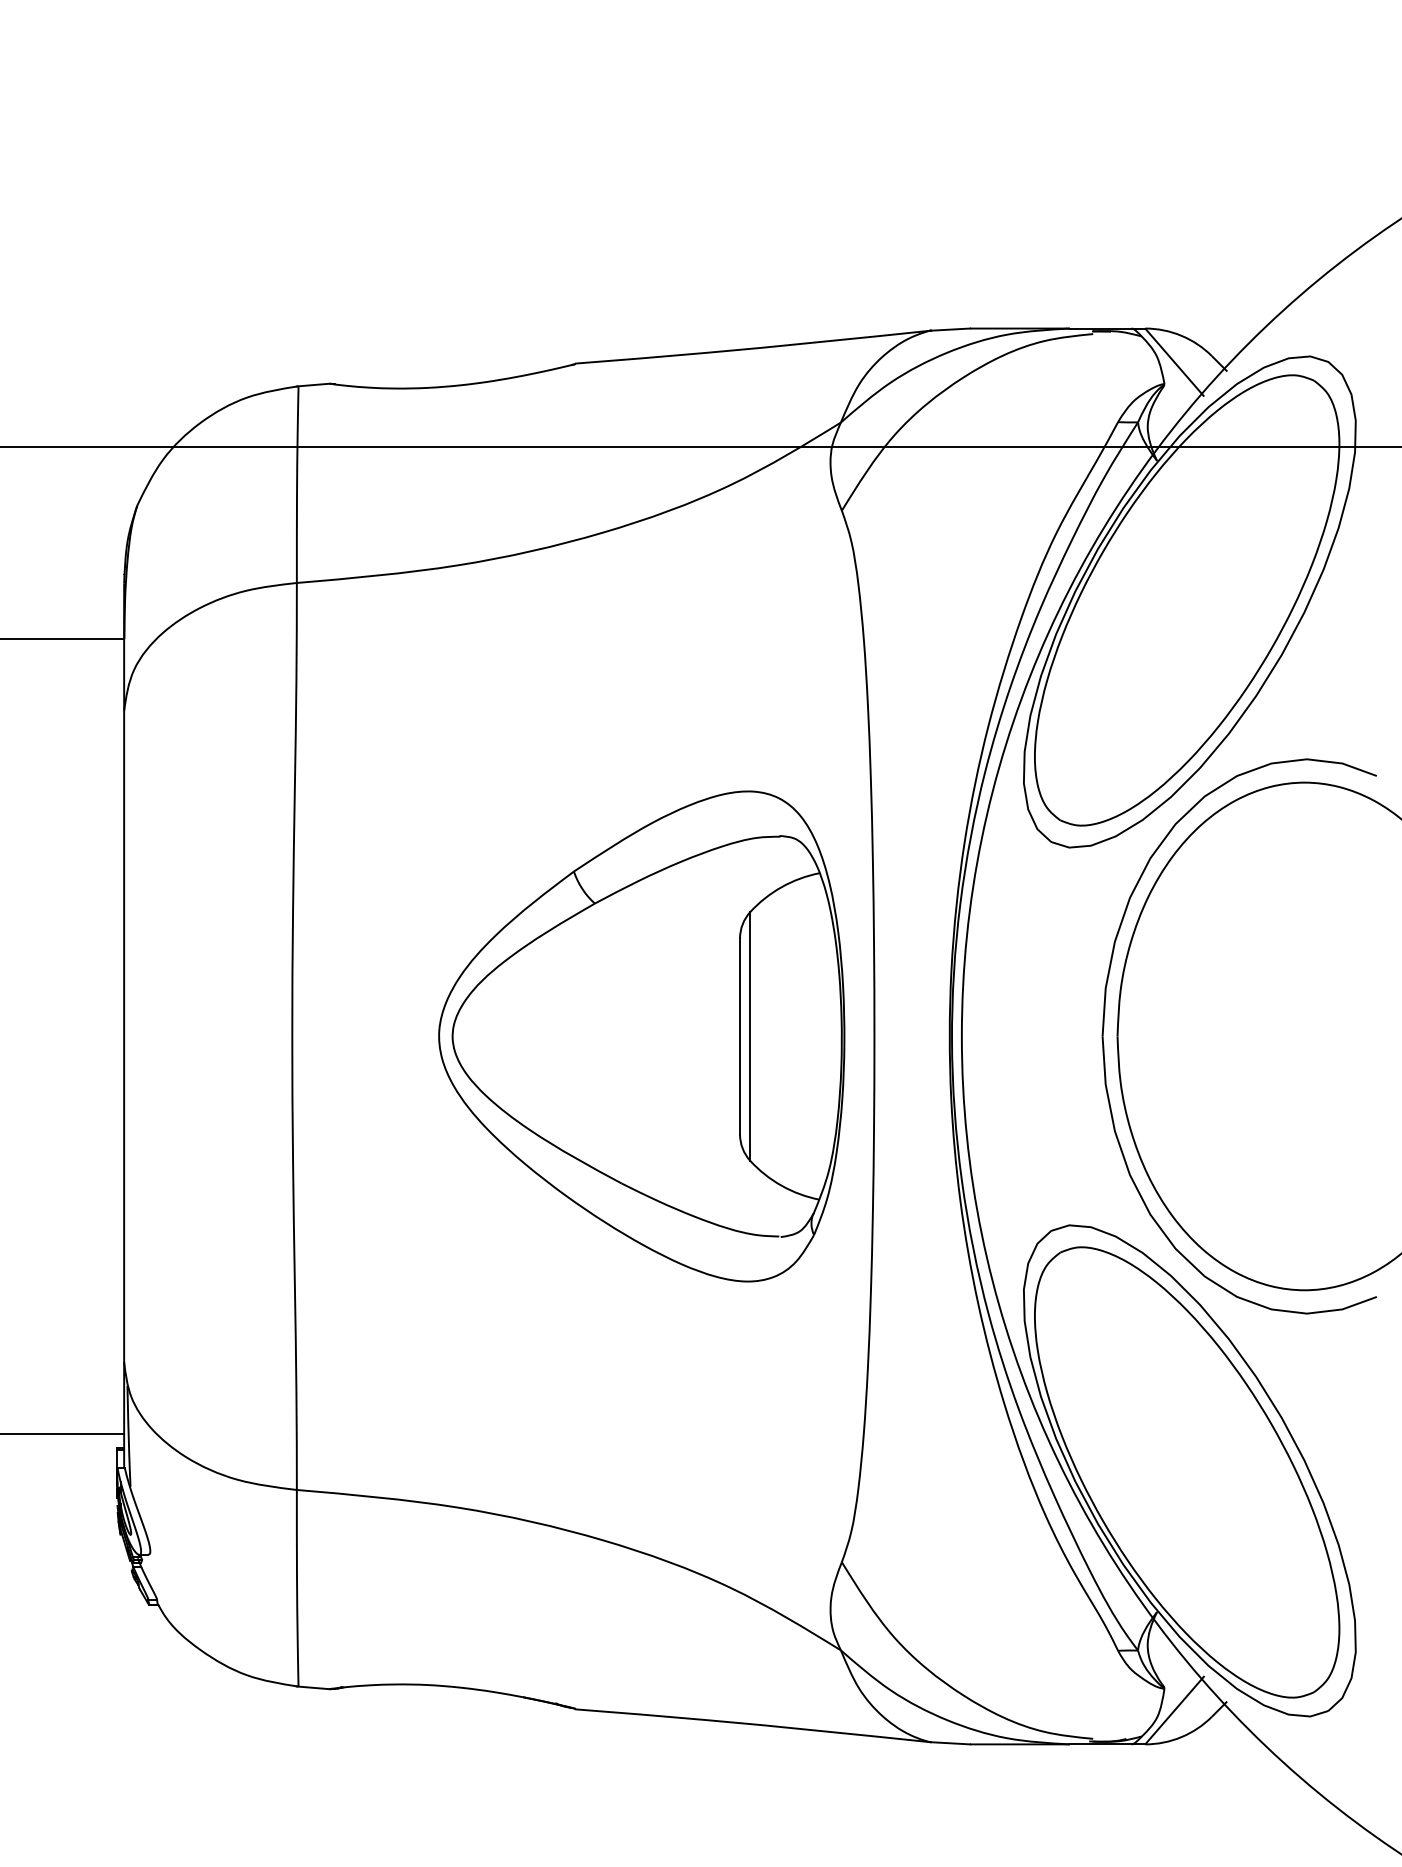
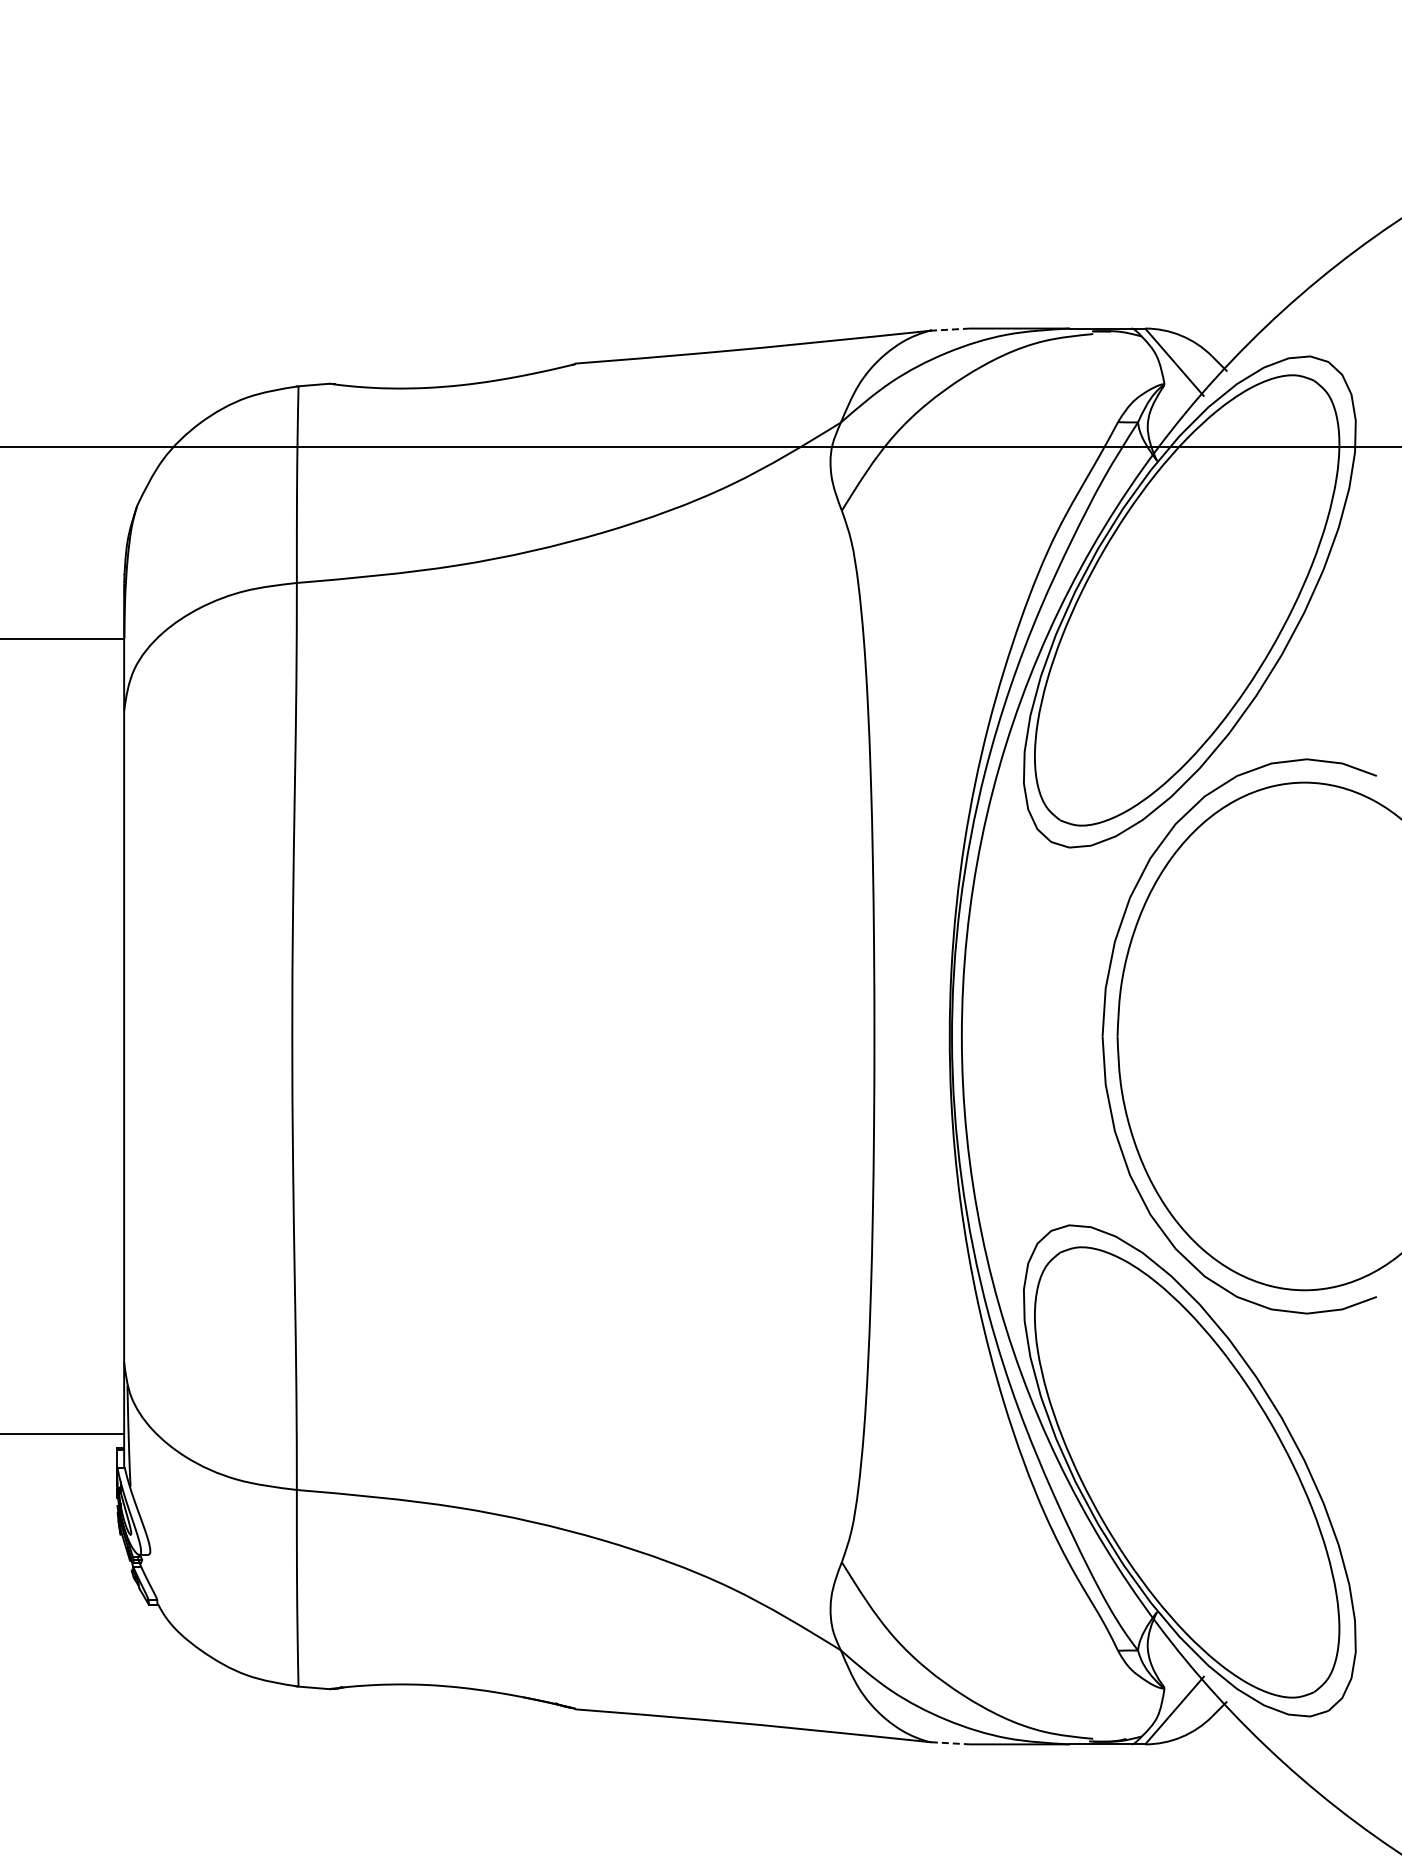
line at (950, 329): solid -> dashed
part at (641, 1036): present -> none
line at (950, 1743): solid -> dashed
